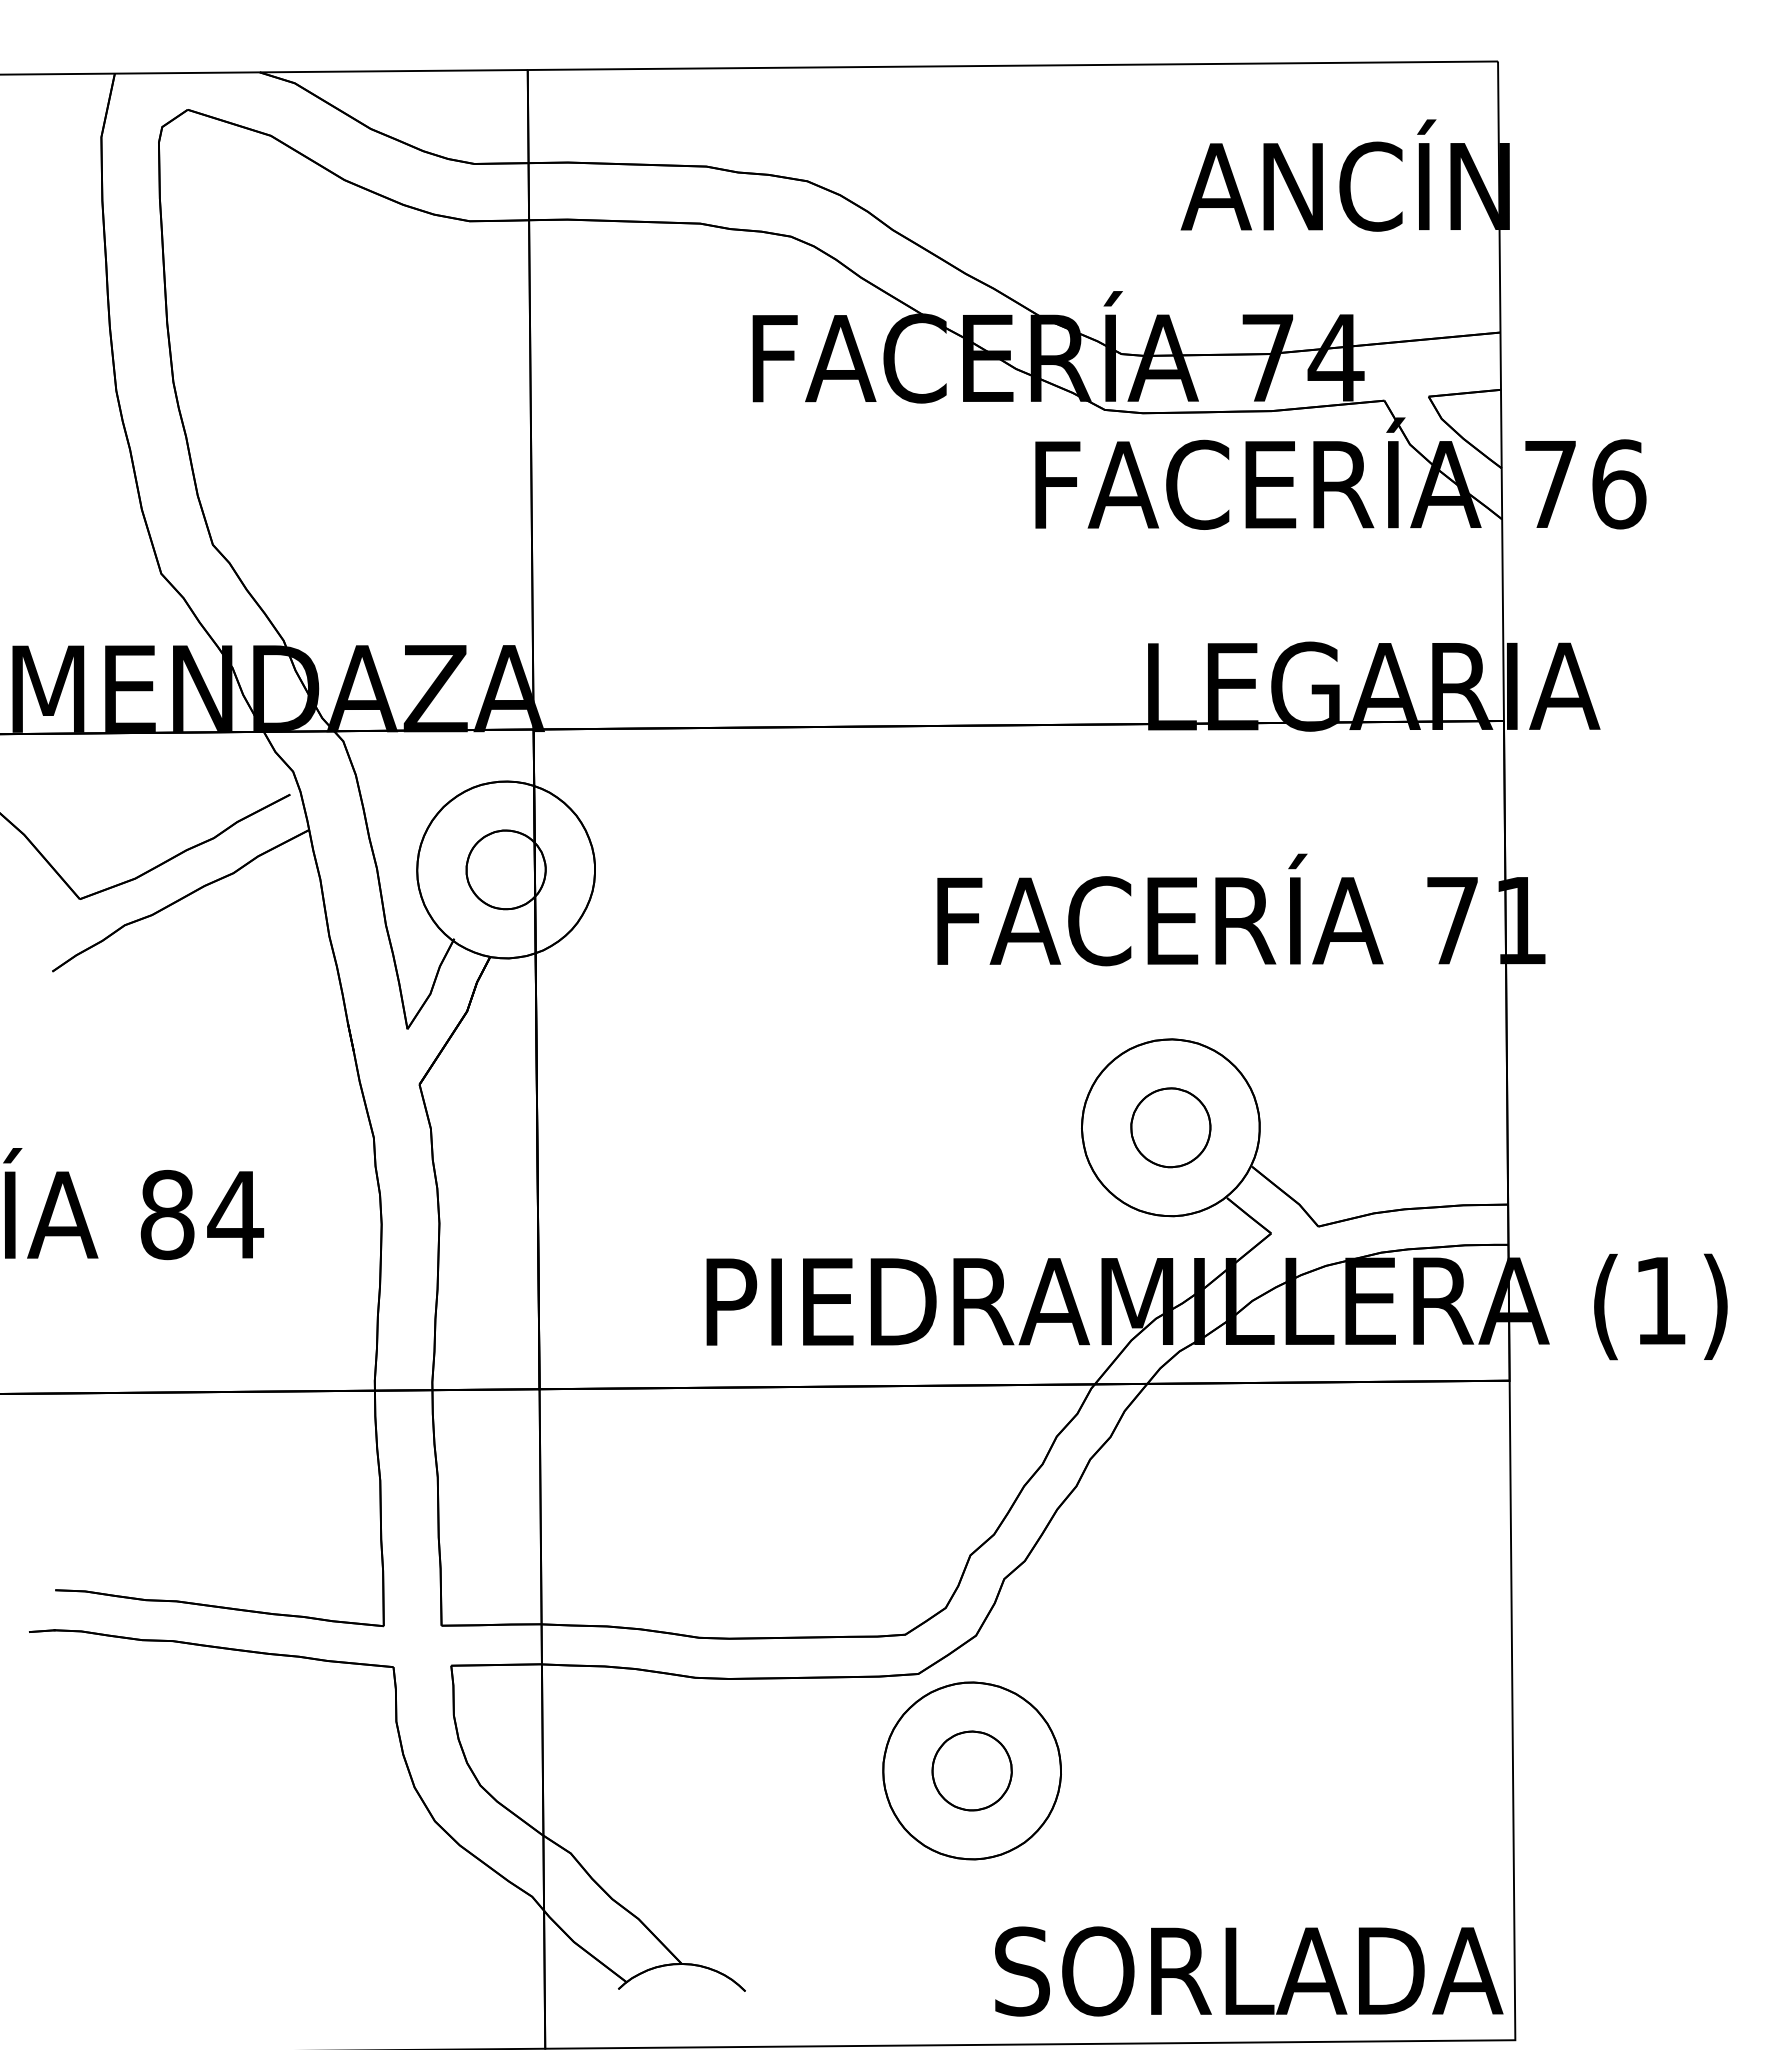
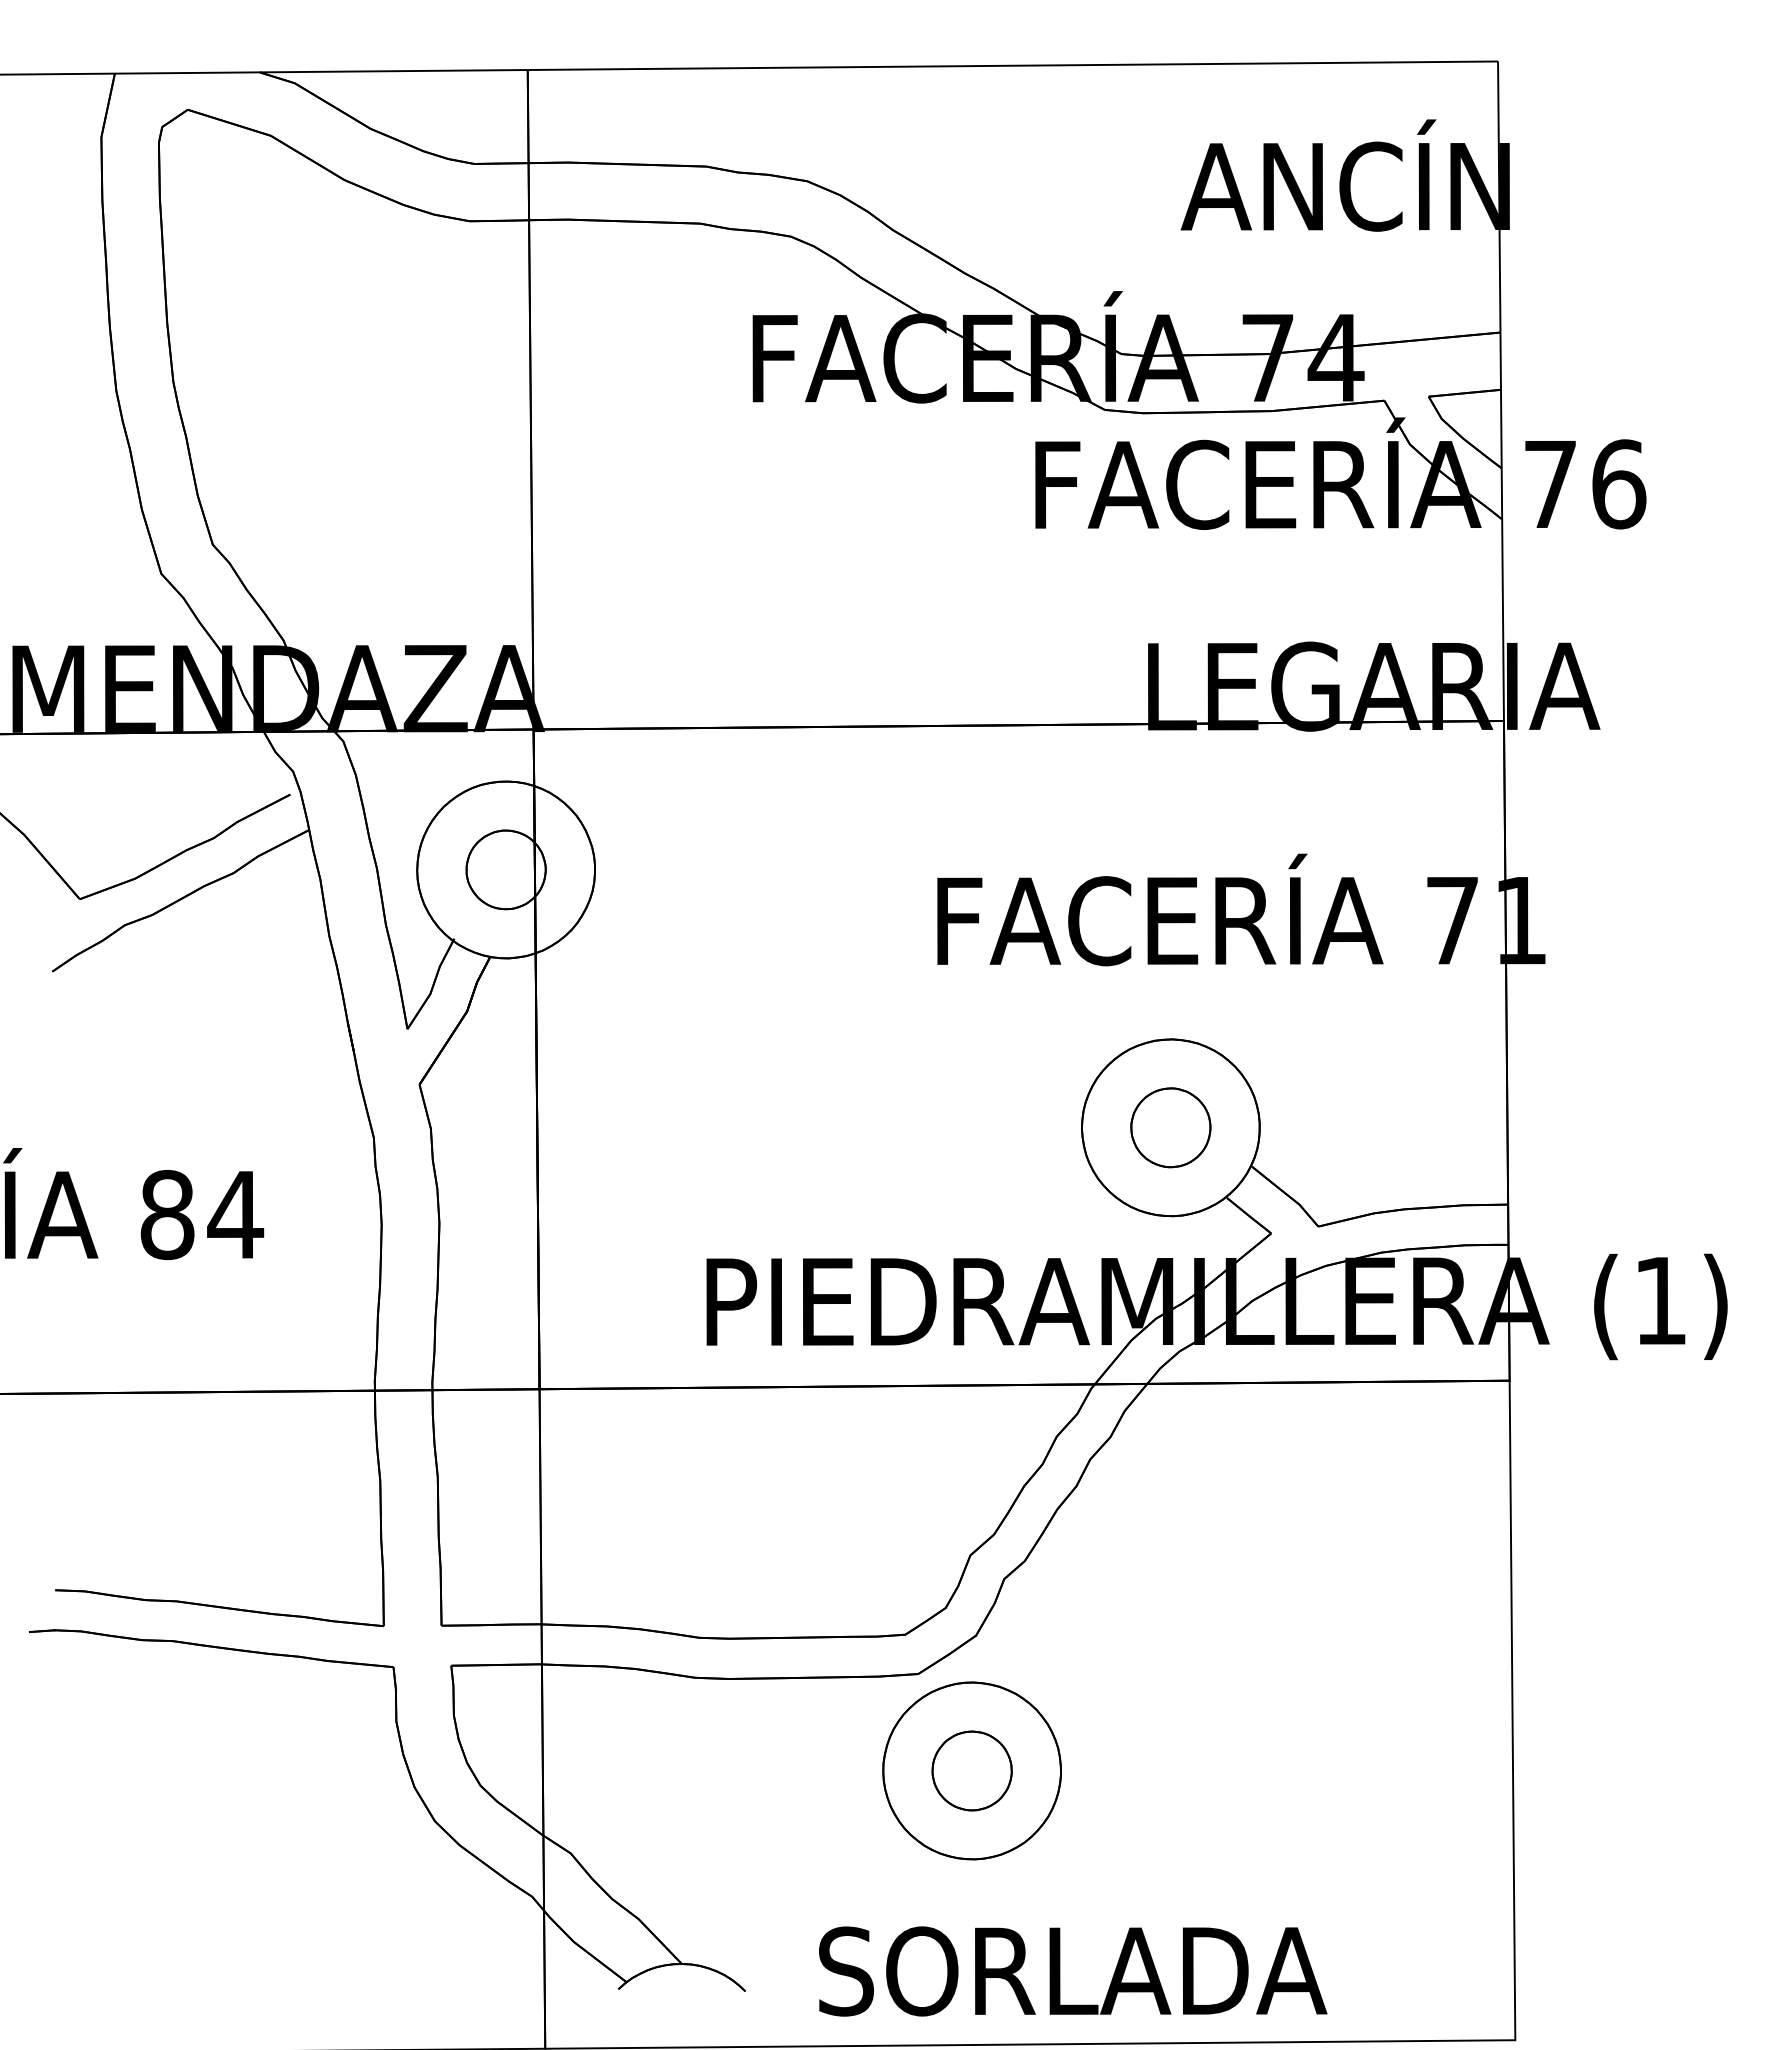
text at (1249, 1971) position: (1249, 1971) -> (1073, 1971)
